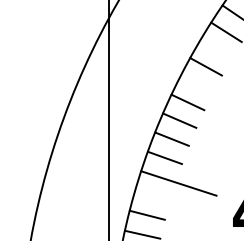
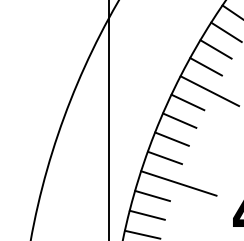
line at (215, 49): none -> present
line at (209, 91): none -> present
line at (152, 195): none -> present
